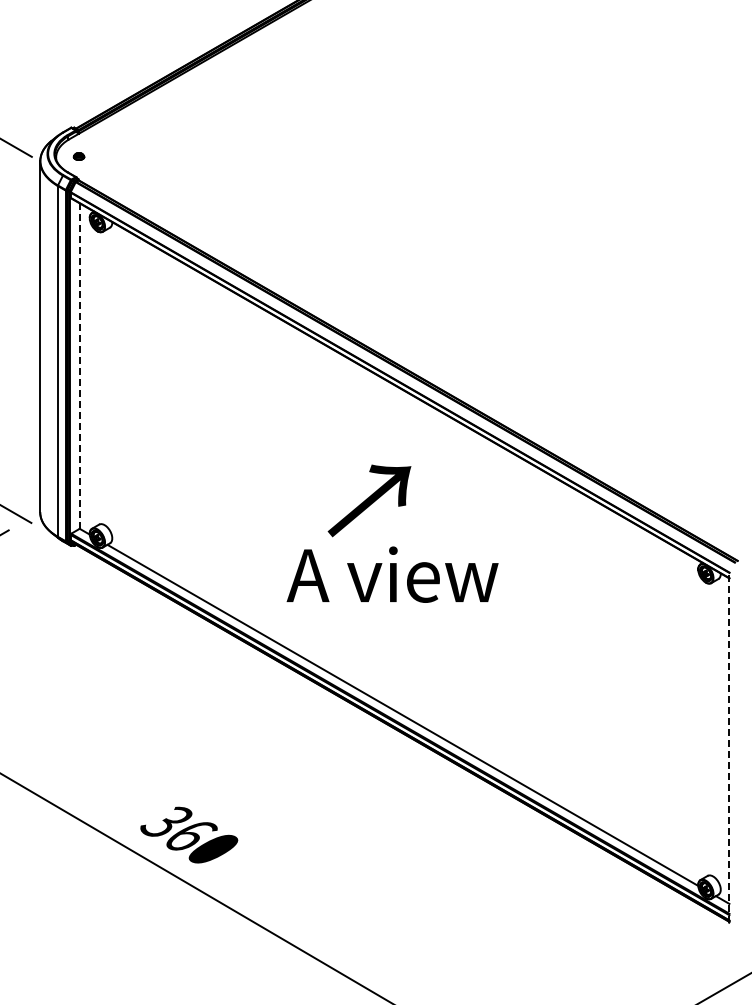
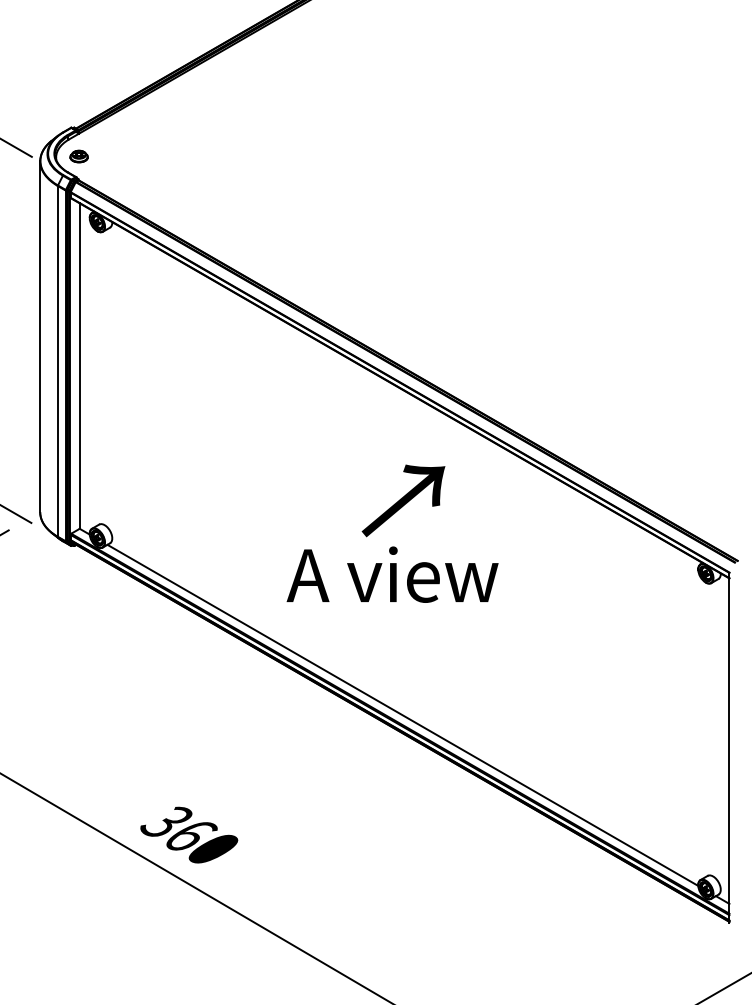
part at (78, 156) size: 14x9 px -> 20x15 px
line at (79, 366): dashed -> solid
text at (369, 500) position: (369, 500) -> (403, 500)
line at (729, 747): dashed -> solid
